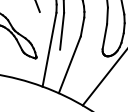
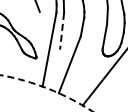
line at (62, 31): solid -> dashed
arc at (48, 88): solid -> dashed
